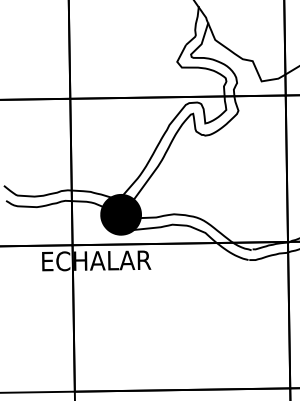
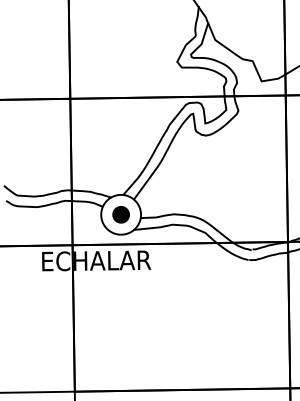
fill at (121, 214): present -> none
